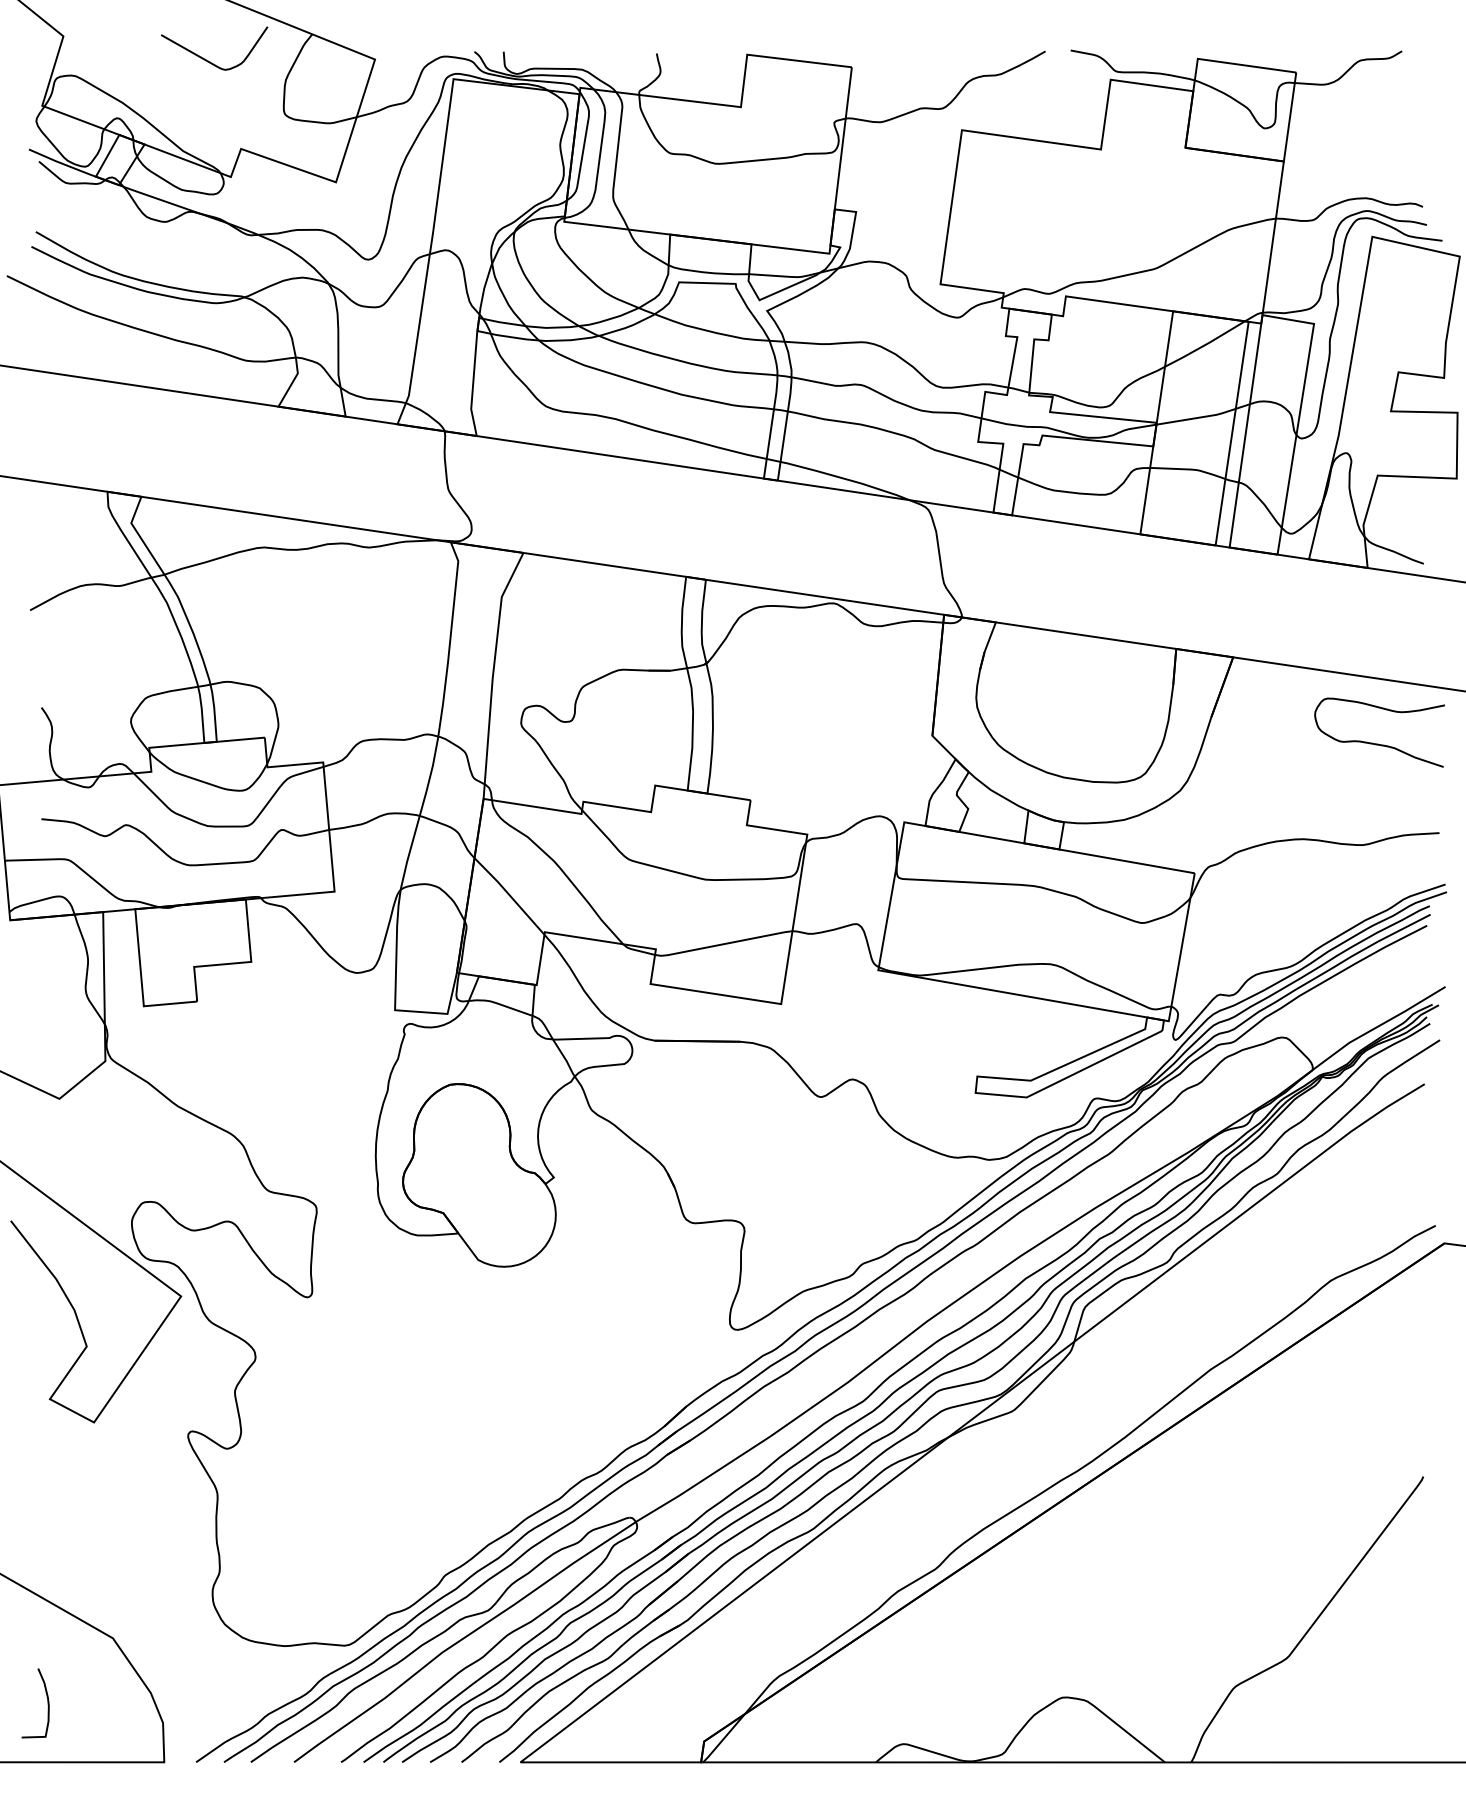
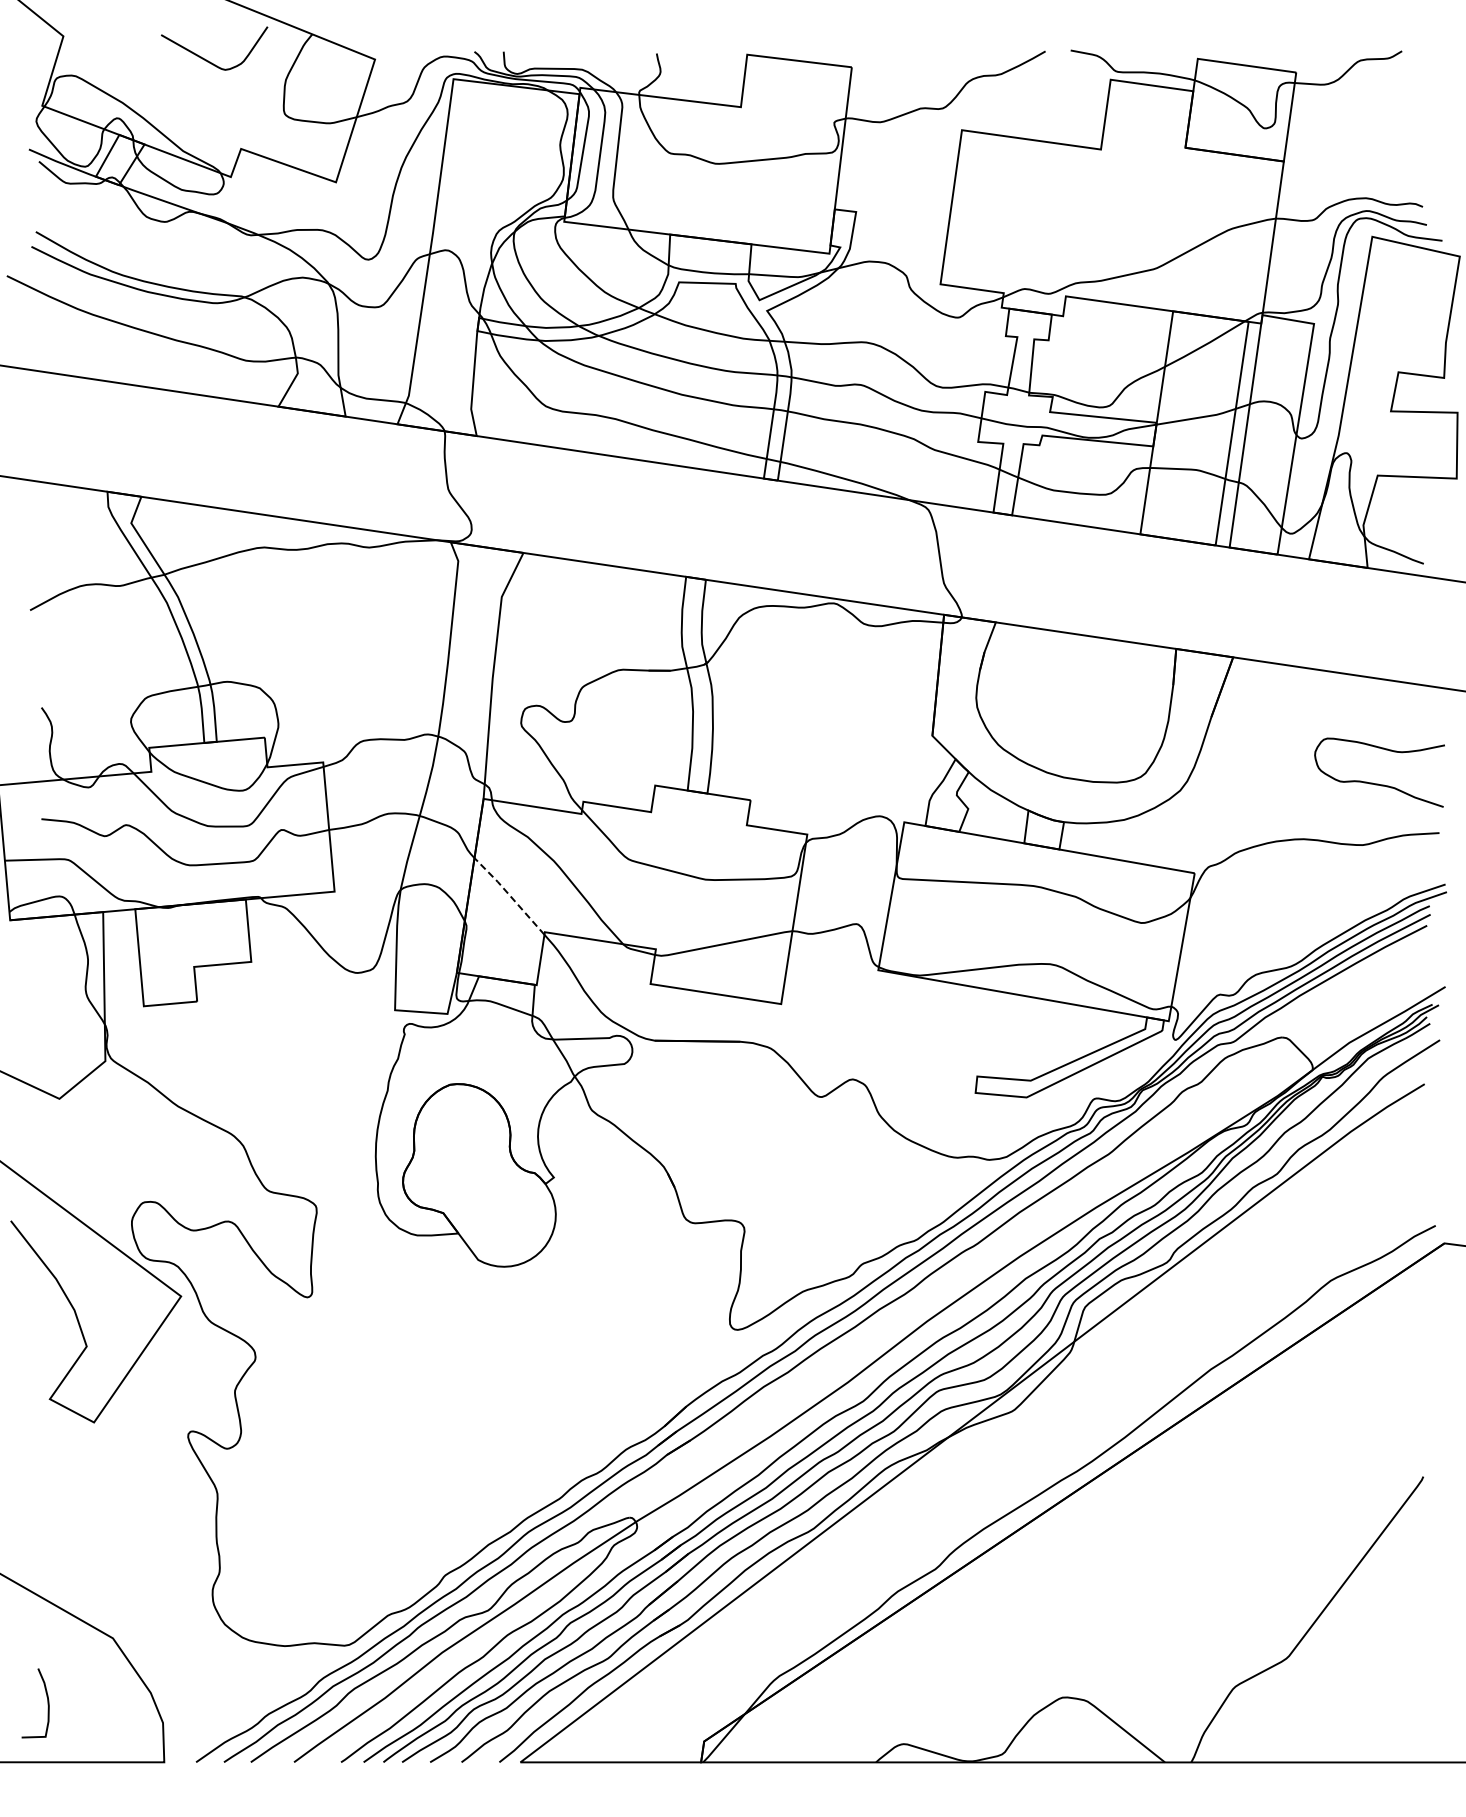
curve at (1378, 743) position: (1378, 743) -> (1378, 783)
line at (509, 895): solid -> dashed
